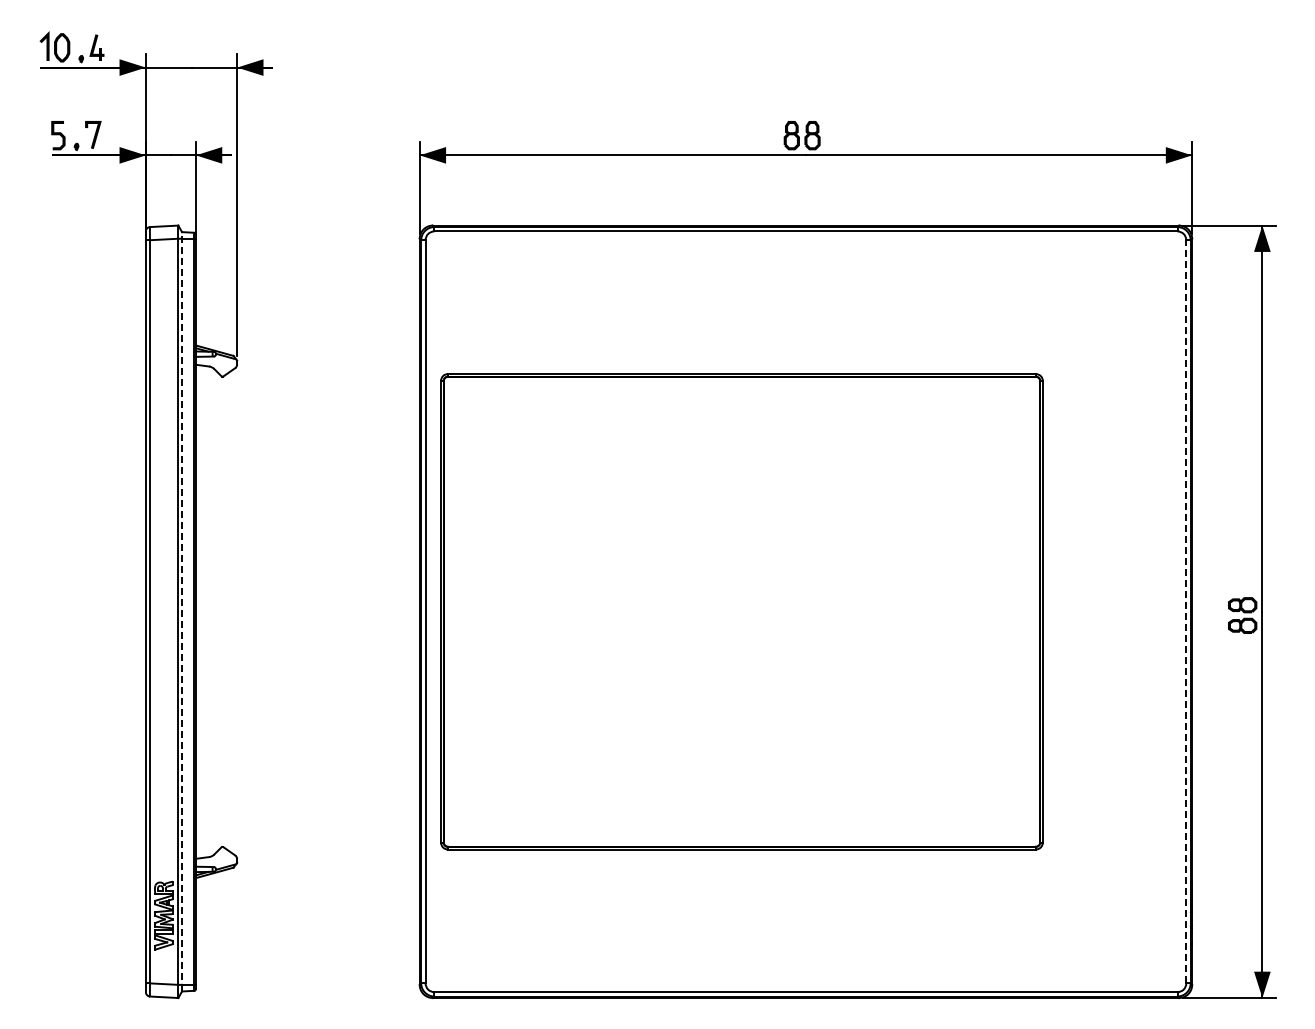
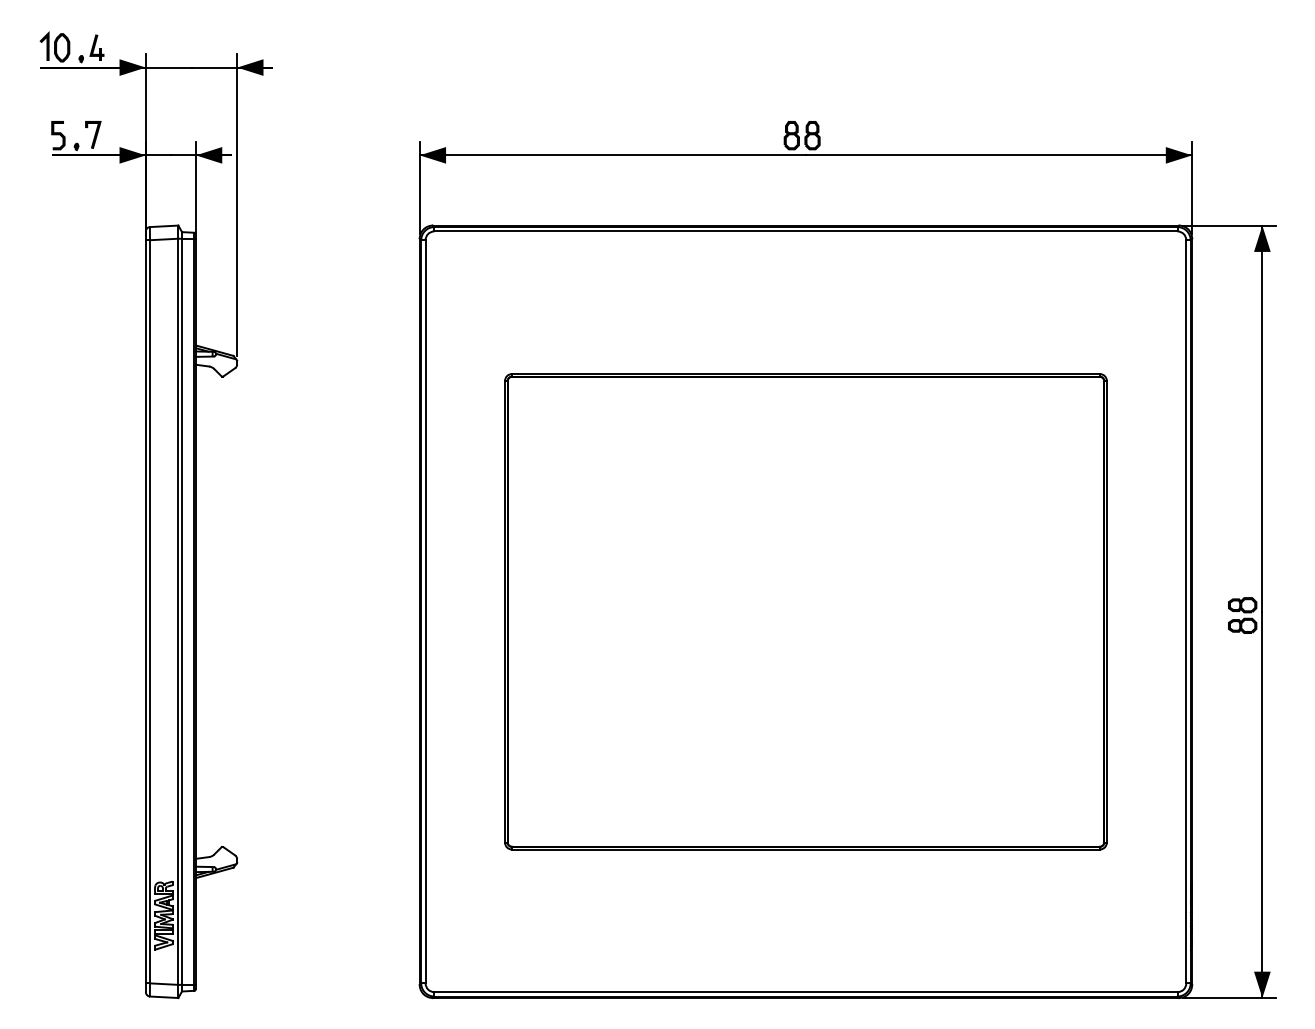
line at (182, 611): dashed -> solid
part at (741, 611) position: (741, 611) -> (805, 611)
line at (1186, 611): dashed -> solid
